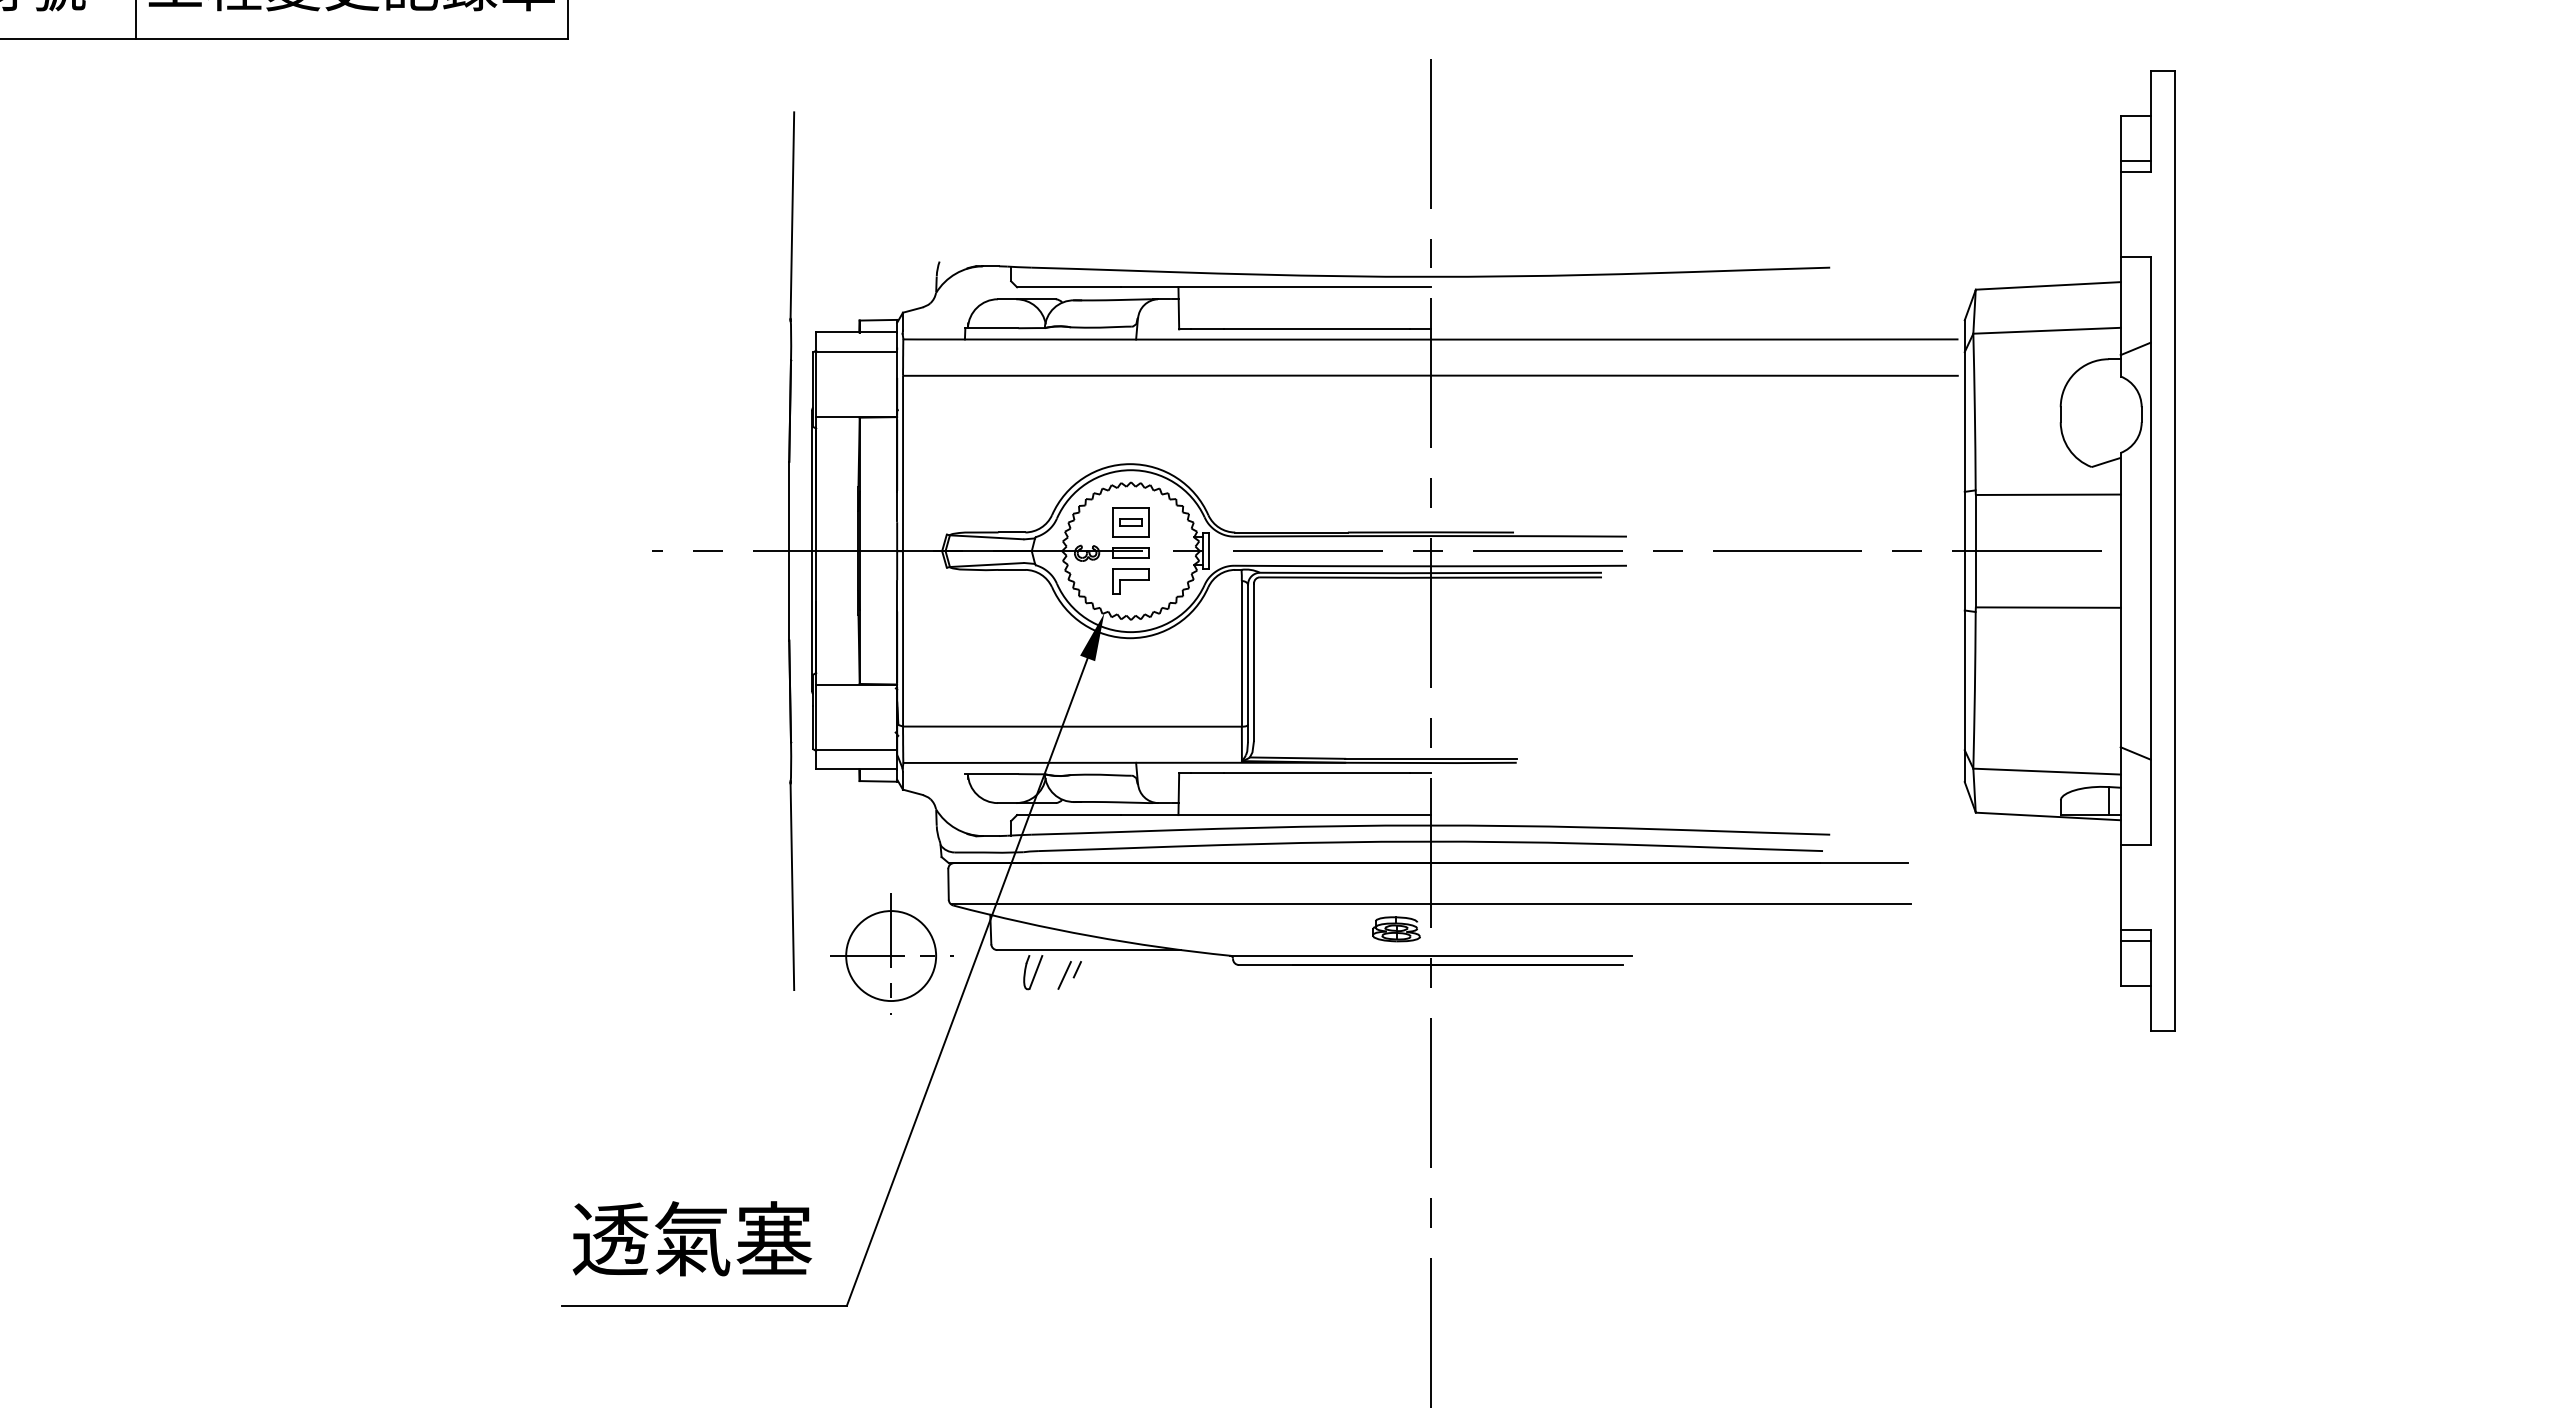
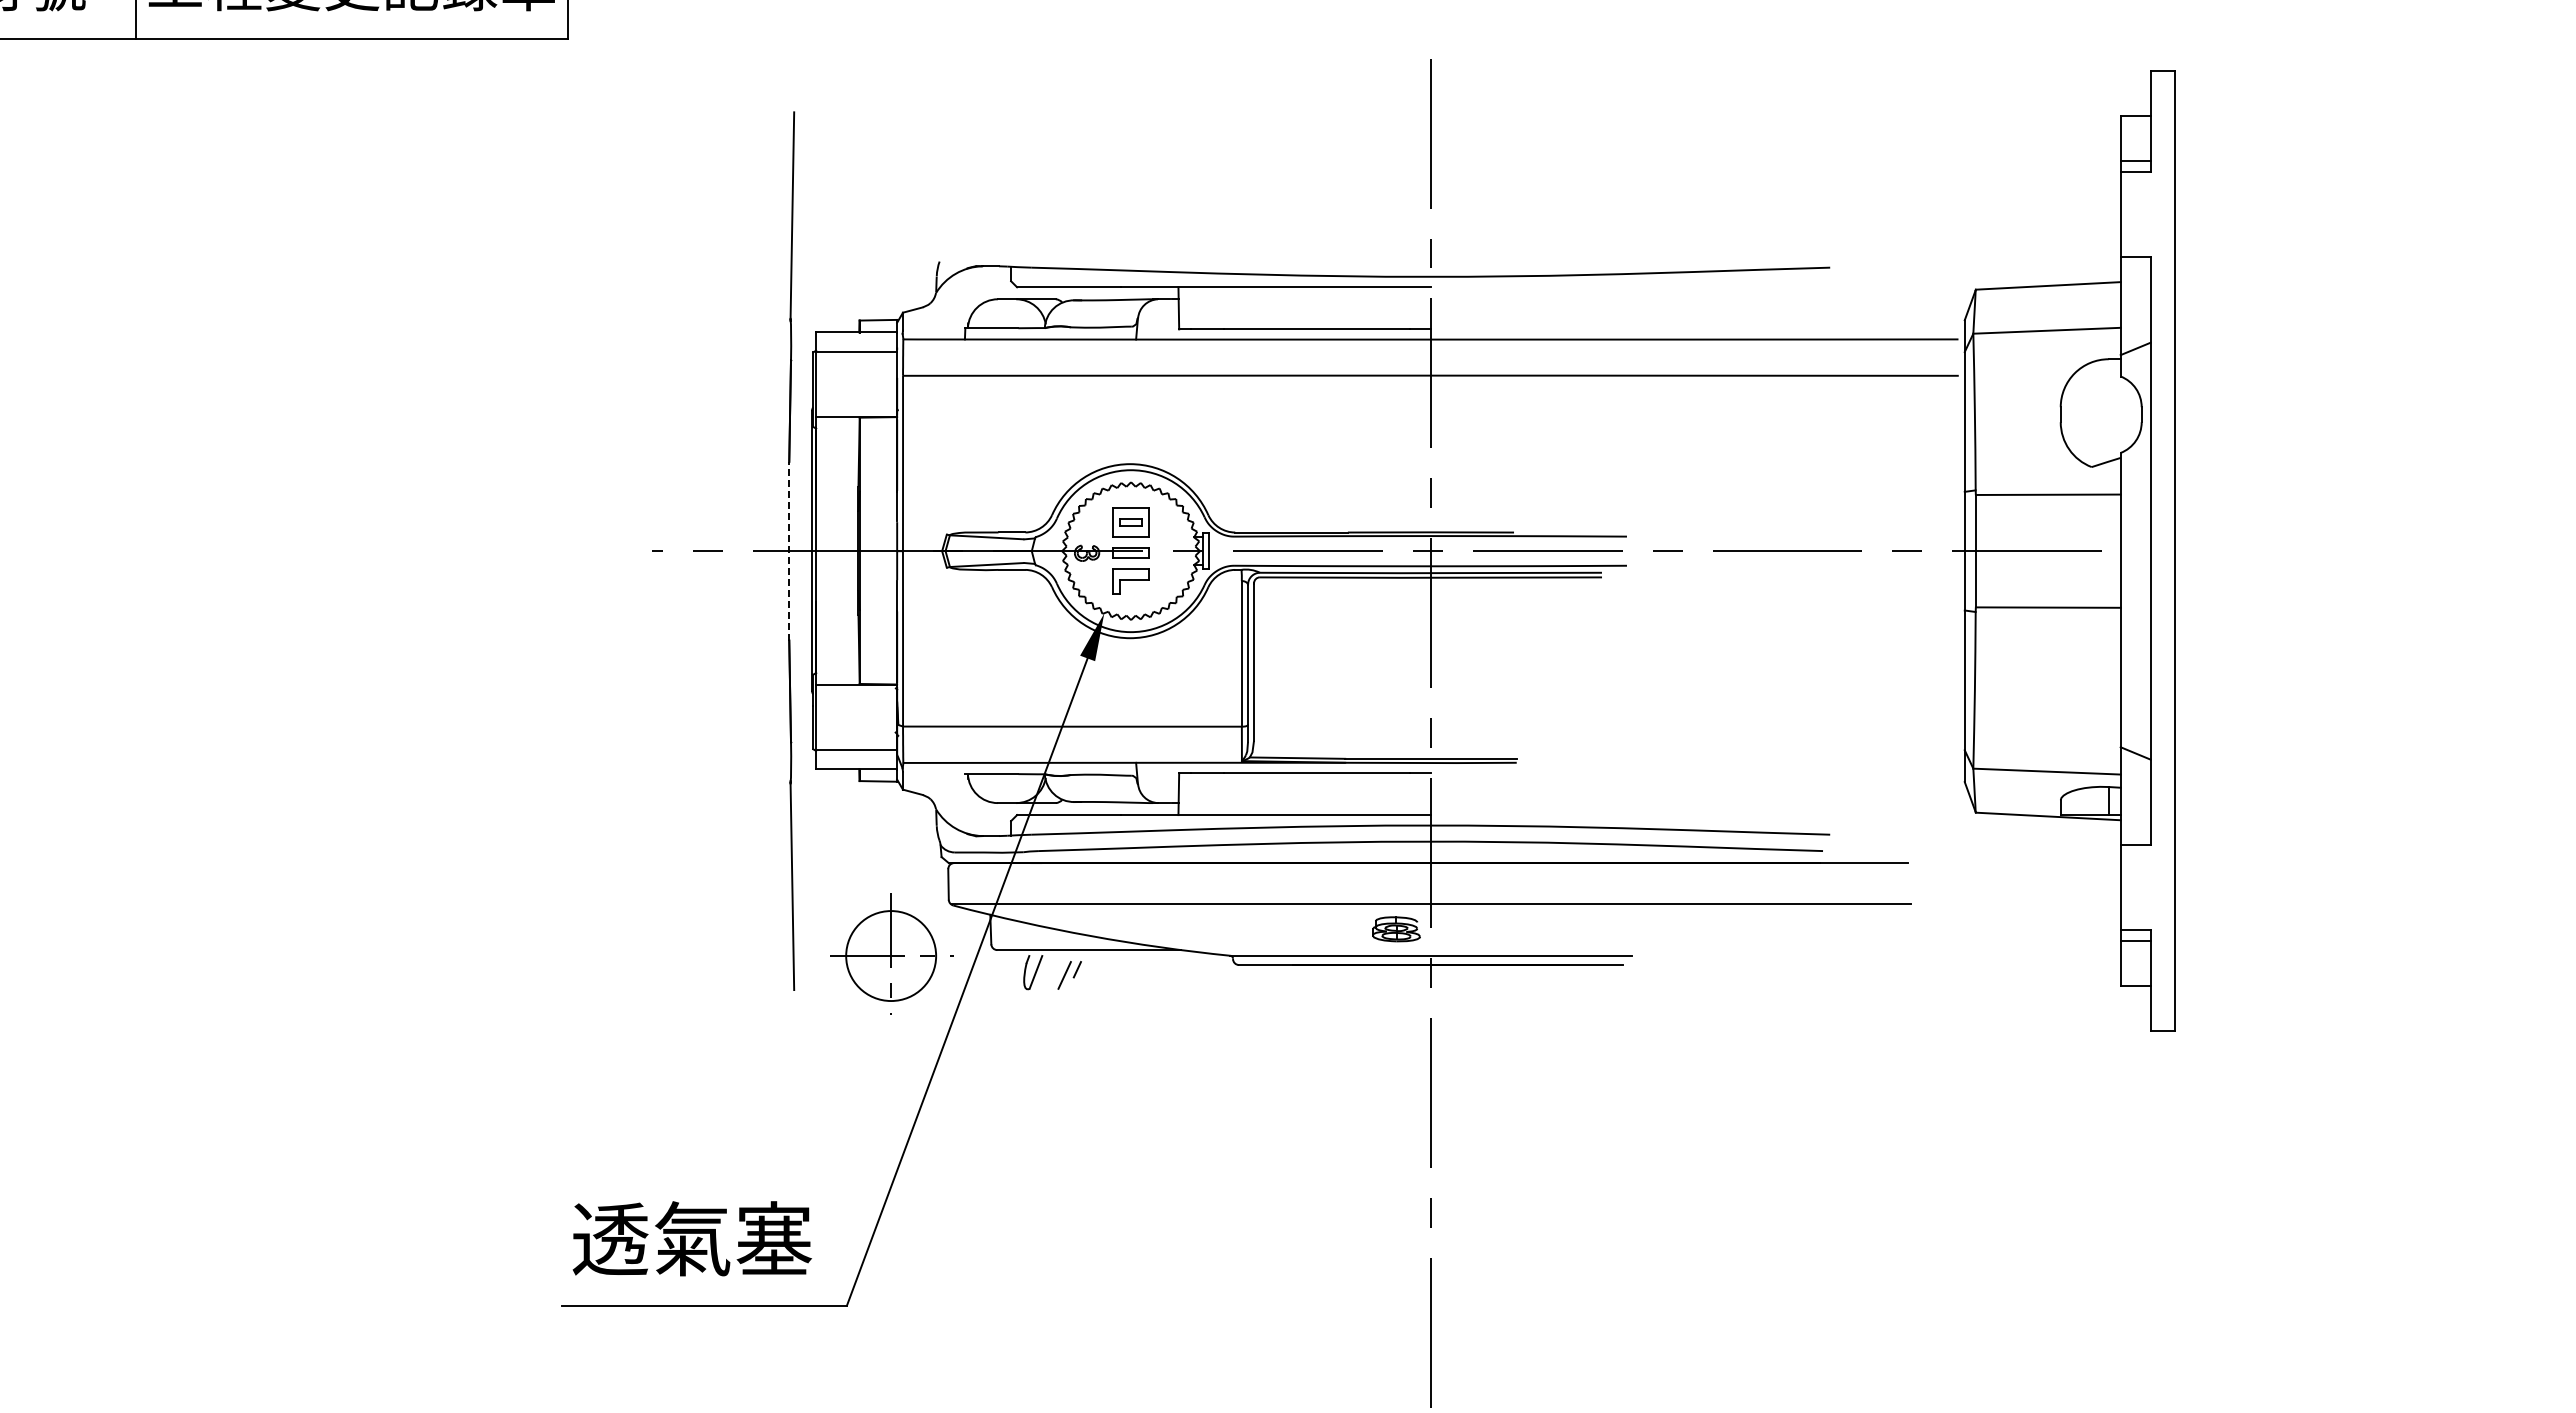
line at (789, 550): solid -> dashed
